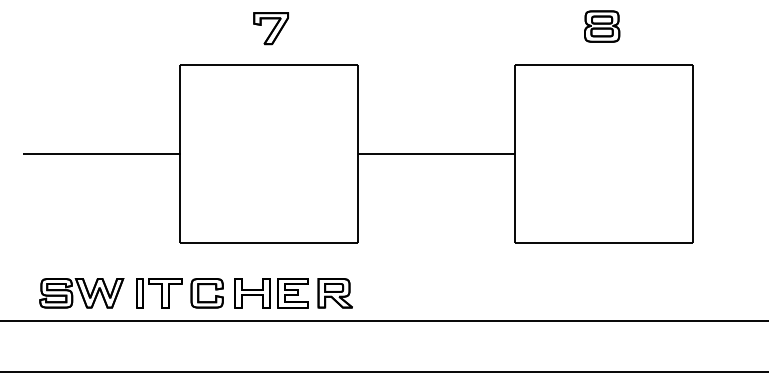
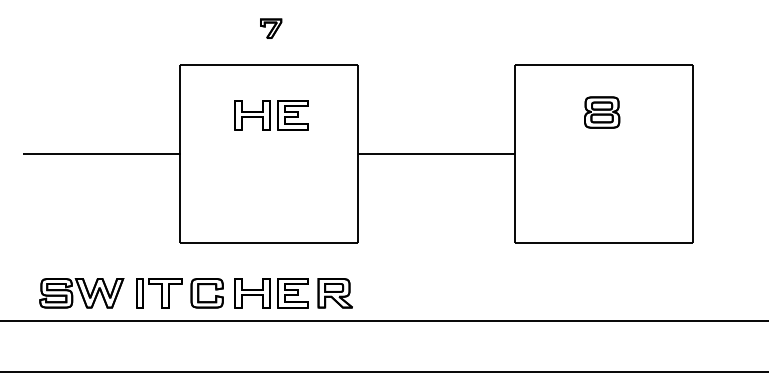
part at (602, 26) position: (602, 26) -> (602, 112)
part at (270, 28) size: 36x34 px -> 23x21 px
part at (271, 115): none -> present
